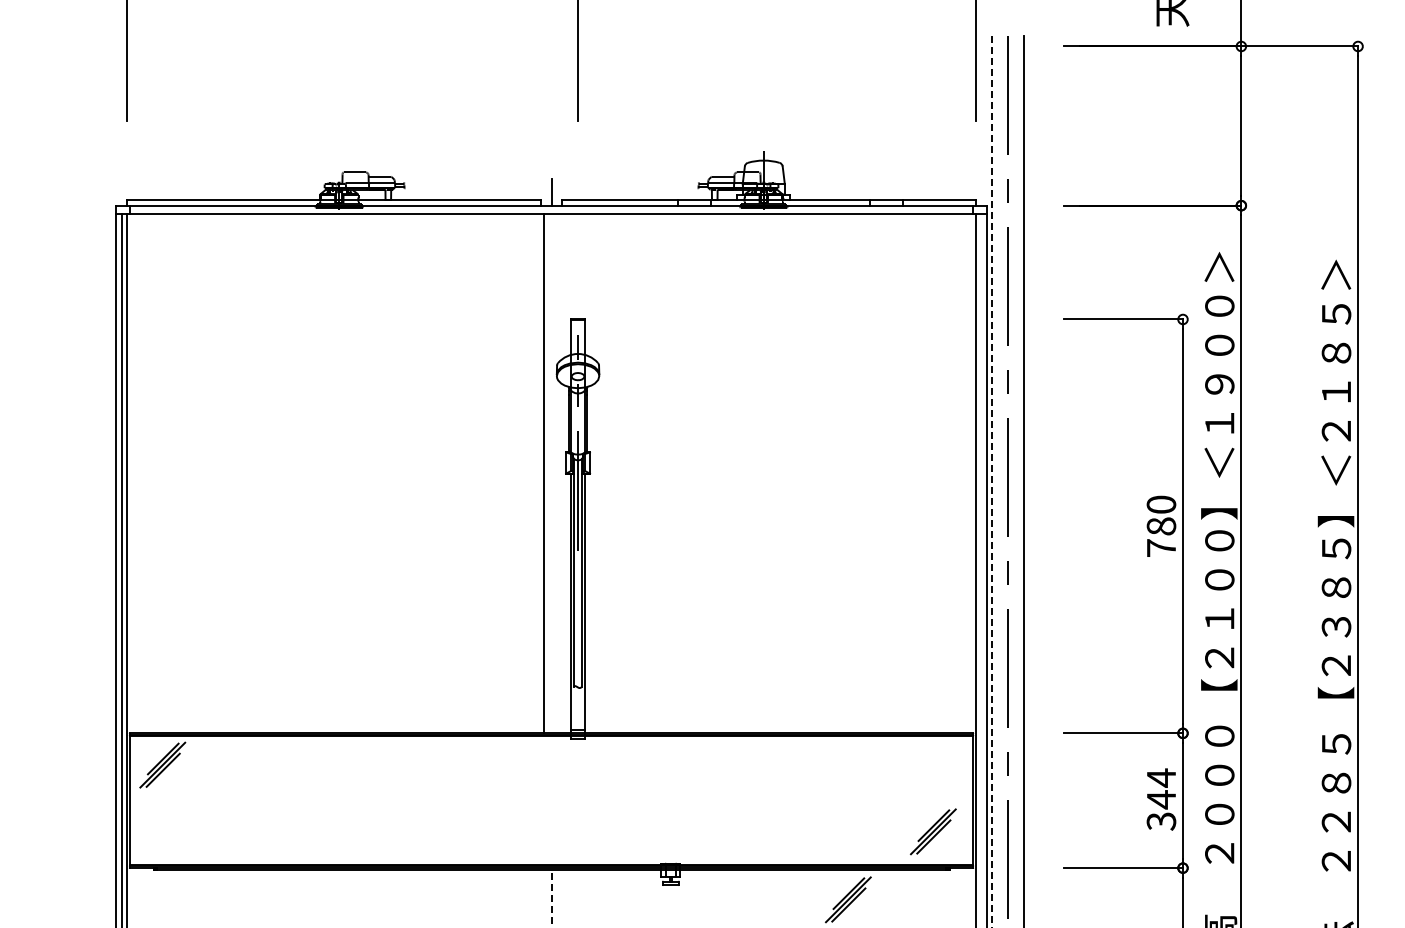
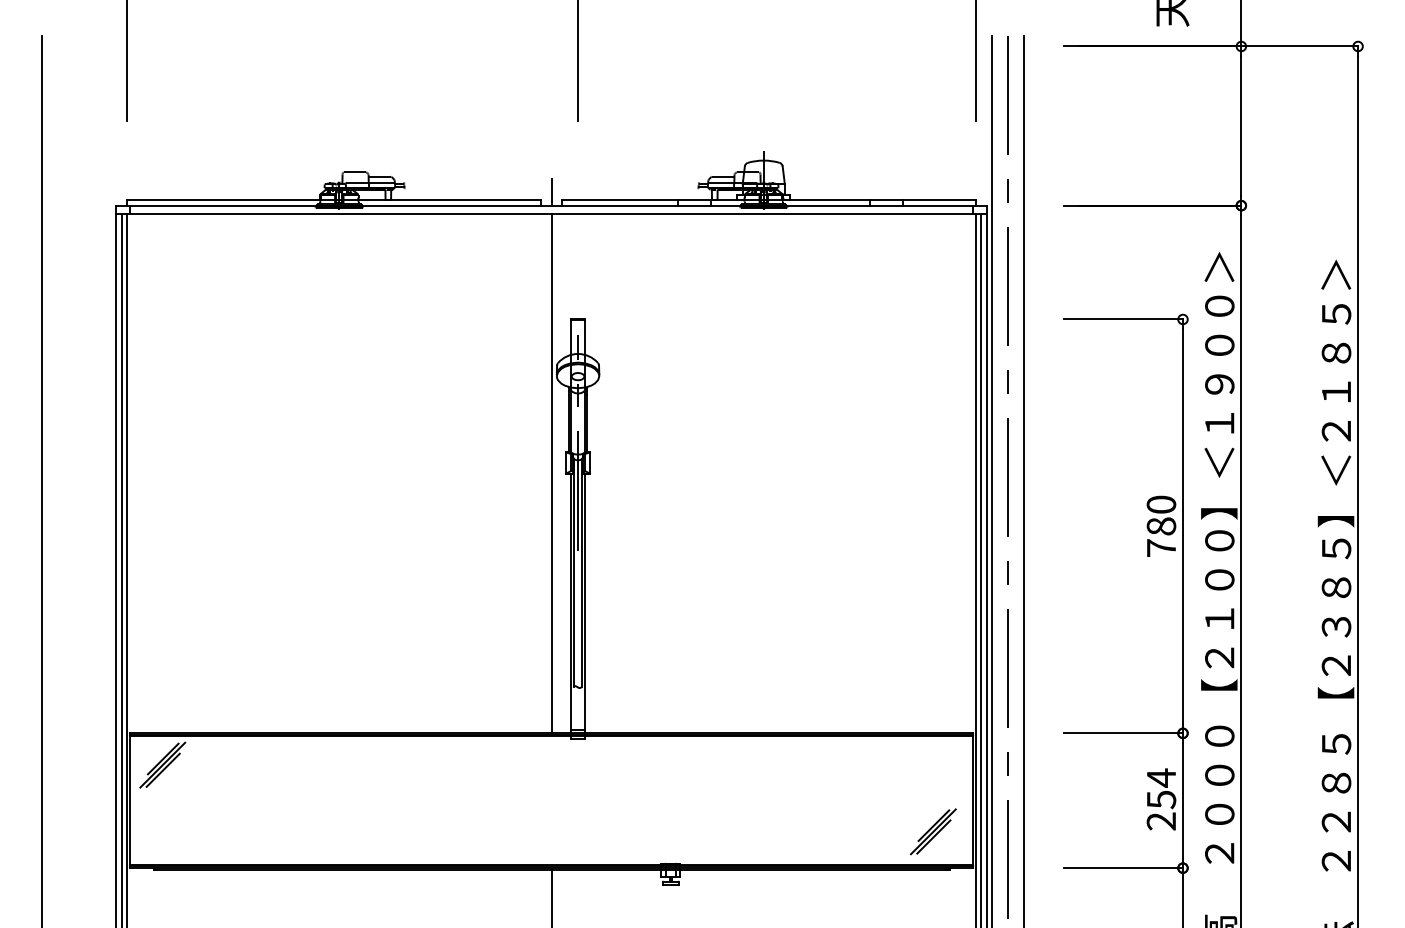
line at (543, 473) position: (543, 473) -> (551, 473)
line at (42, 479): none -> present
line at (991, 481): dashed -> solid
line at (981, 568): none -> present
text at (1161, 810): 344 -> 254
line at (551, 898): dashed -> solid
part at (848, 899): present -> none
